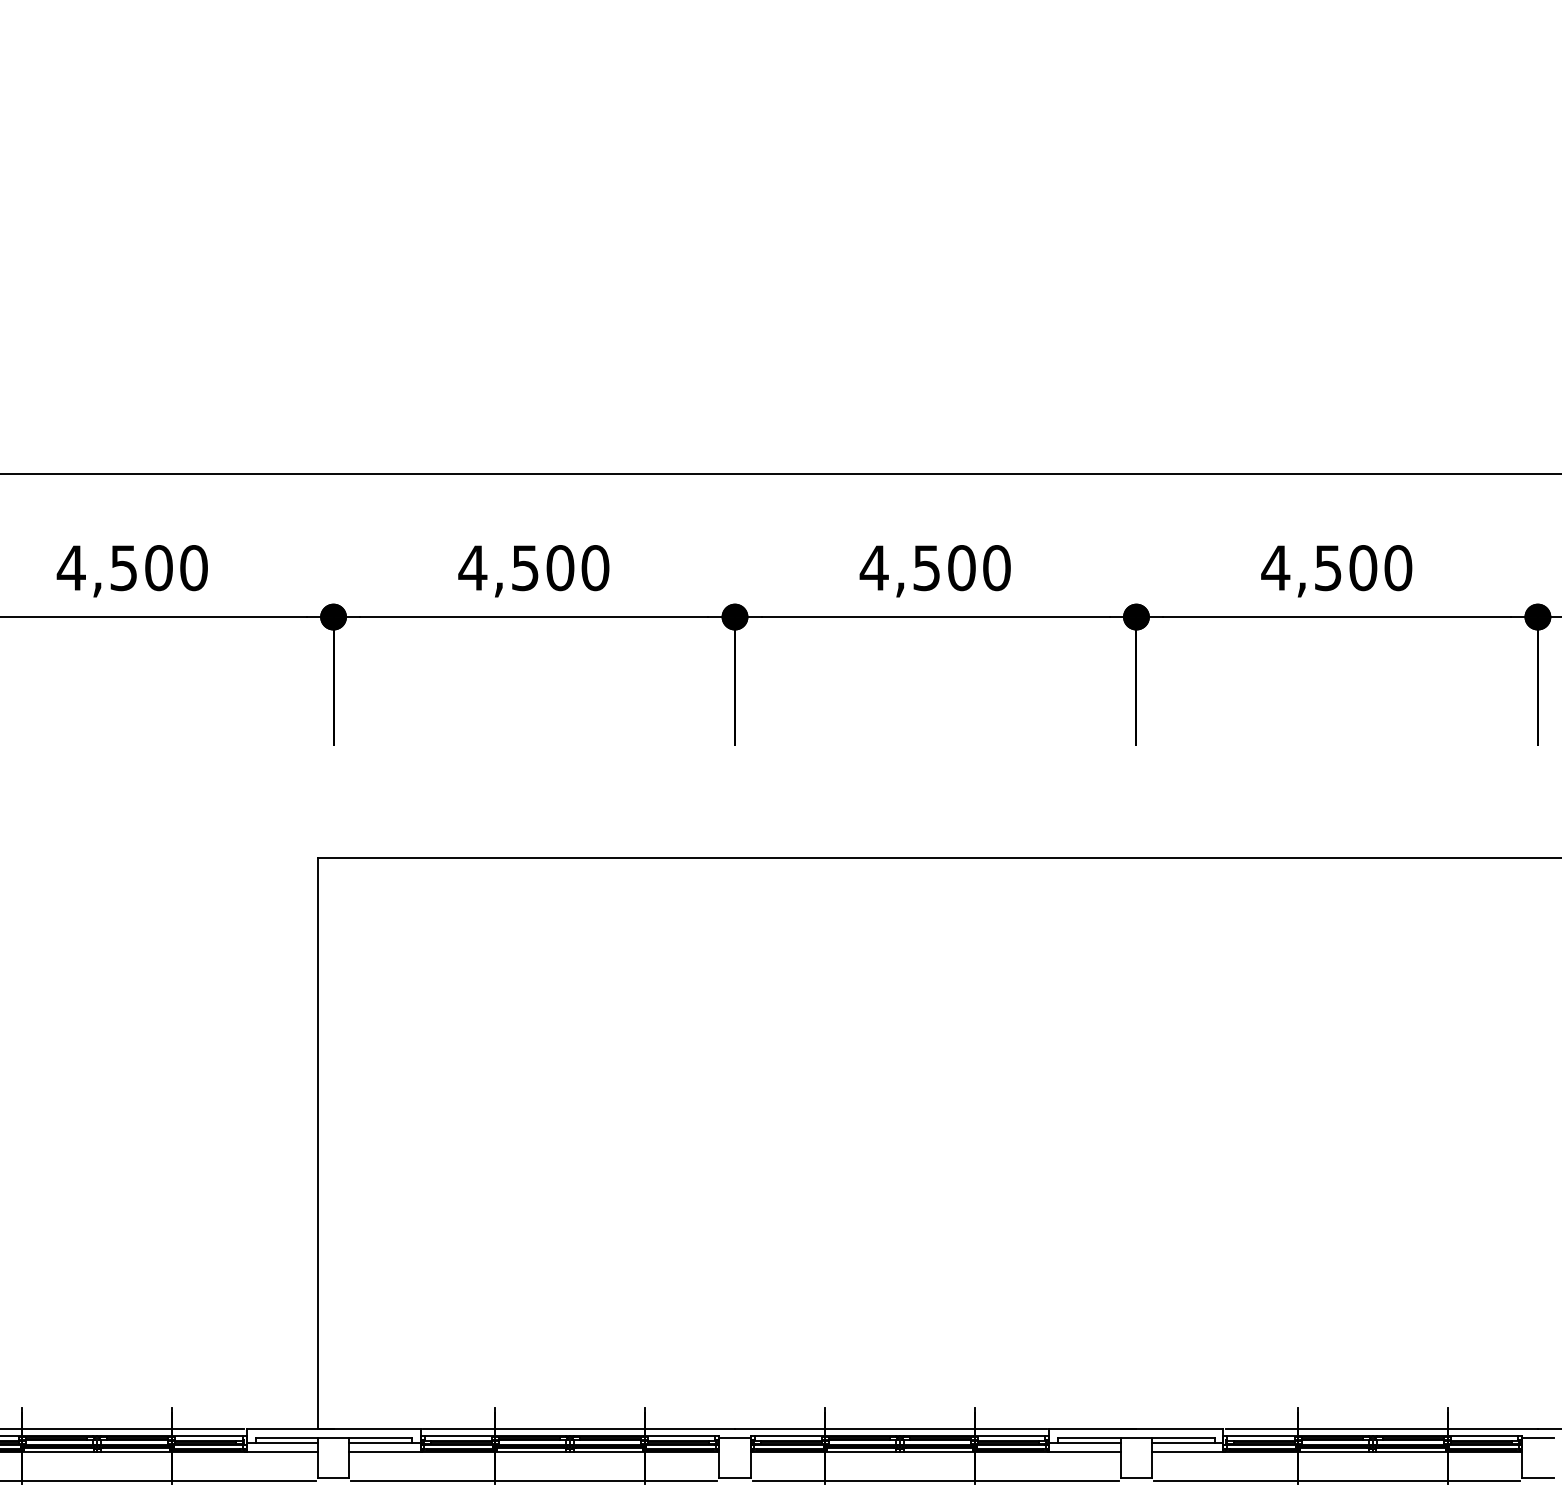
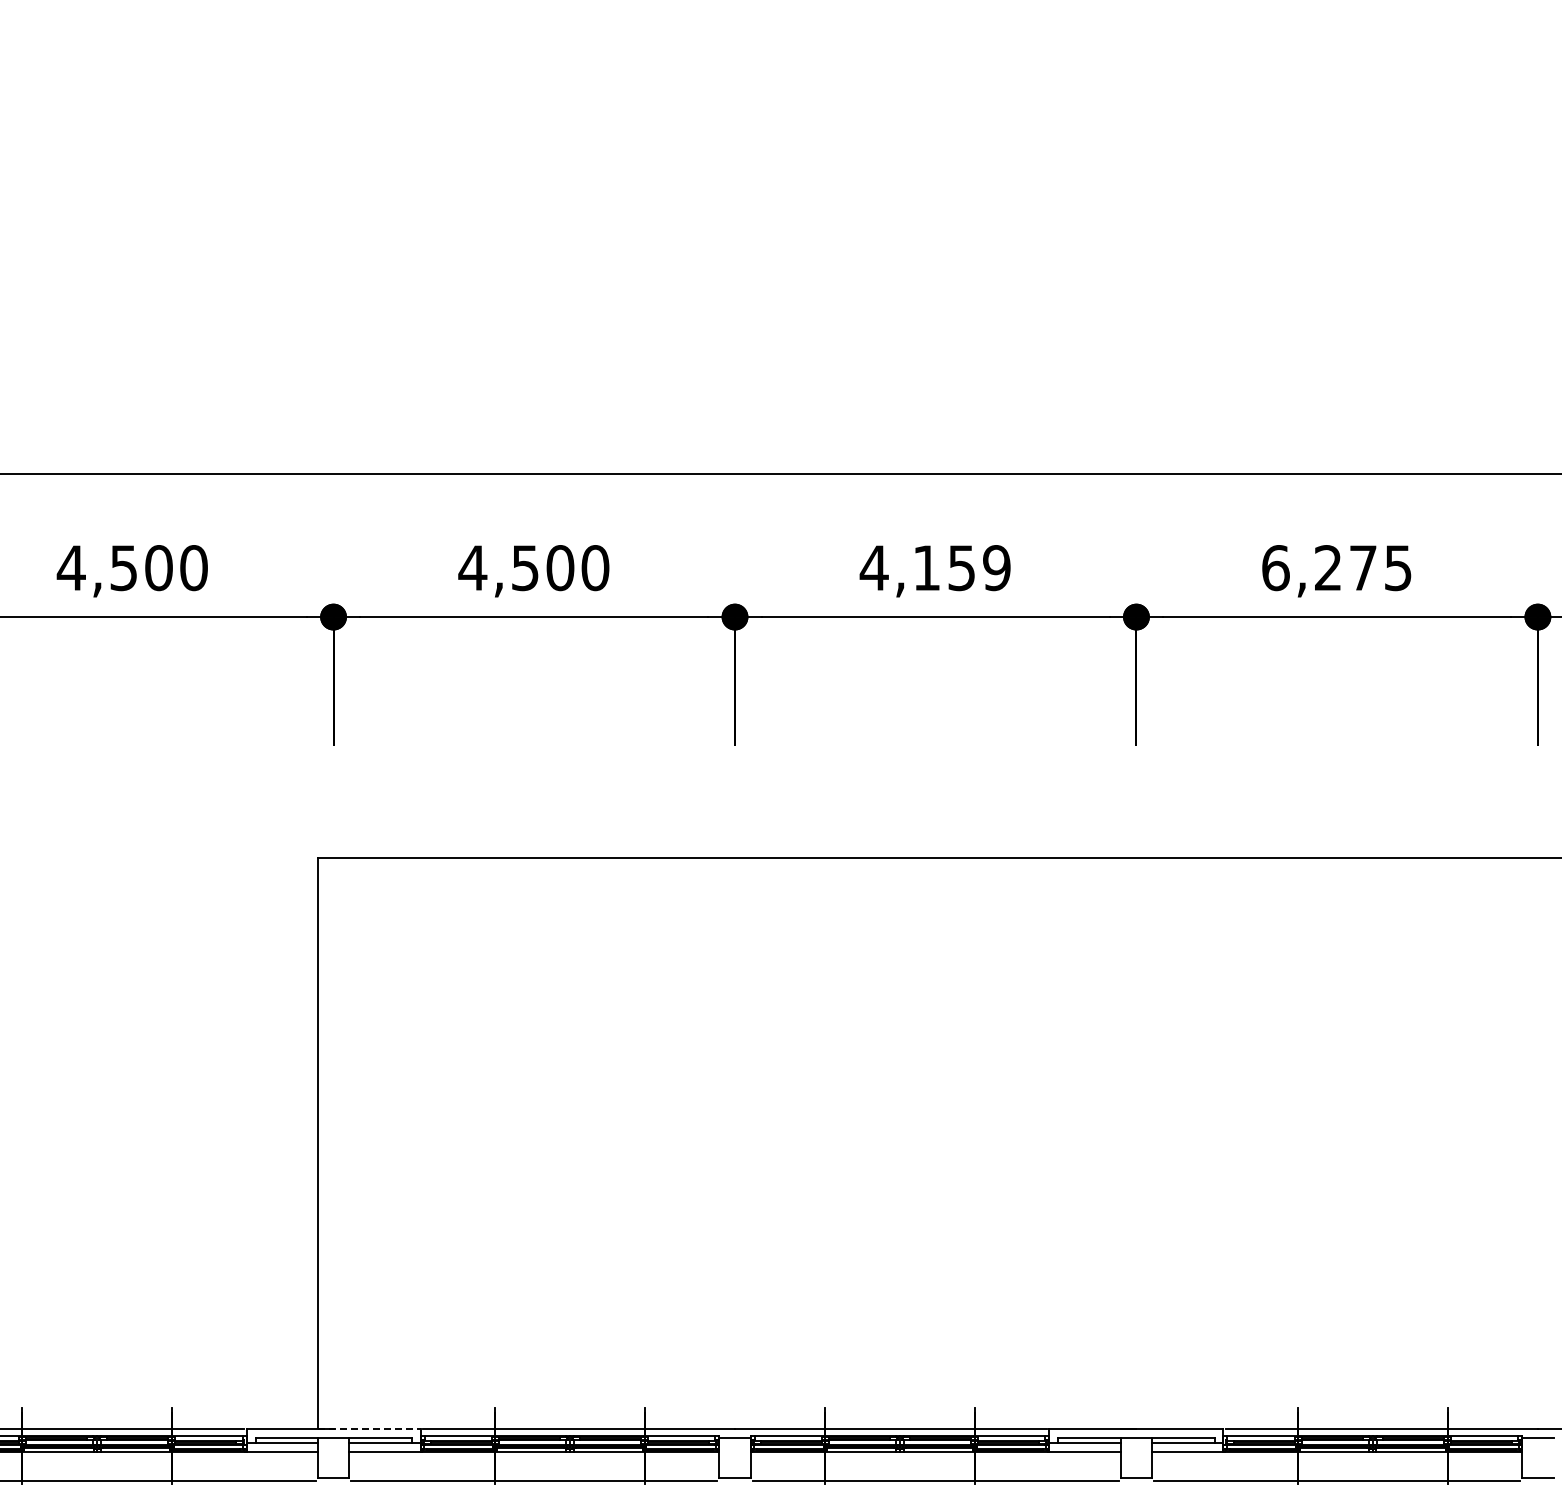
text at (961, 568): 4,500 -> 4,159
text at (1336, 568): 4,500 -> 6,275
line at (369, 1429): solid -> dashed
